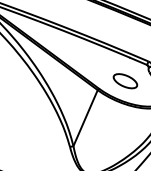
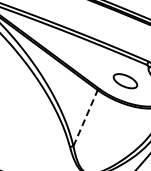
line at (85, 118): solid -> dashed
